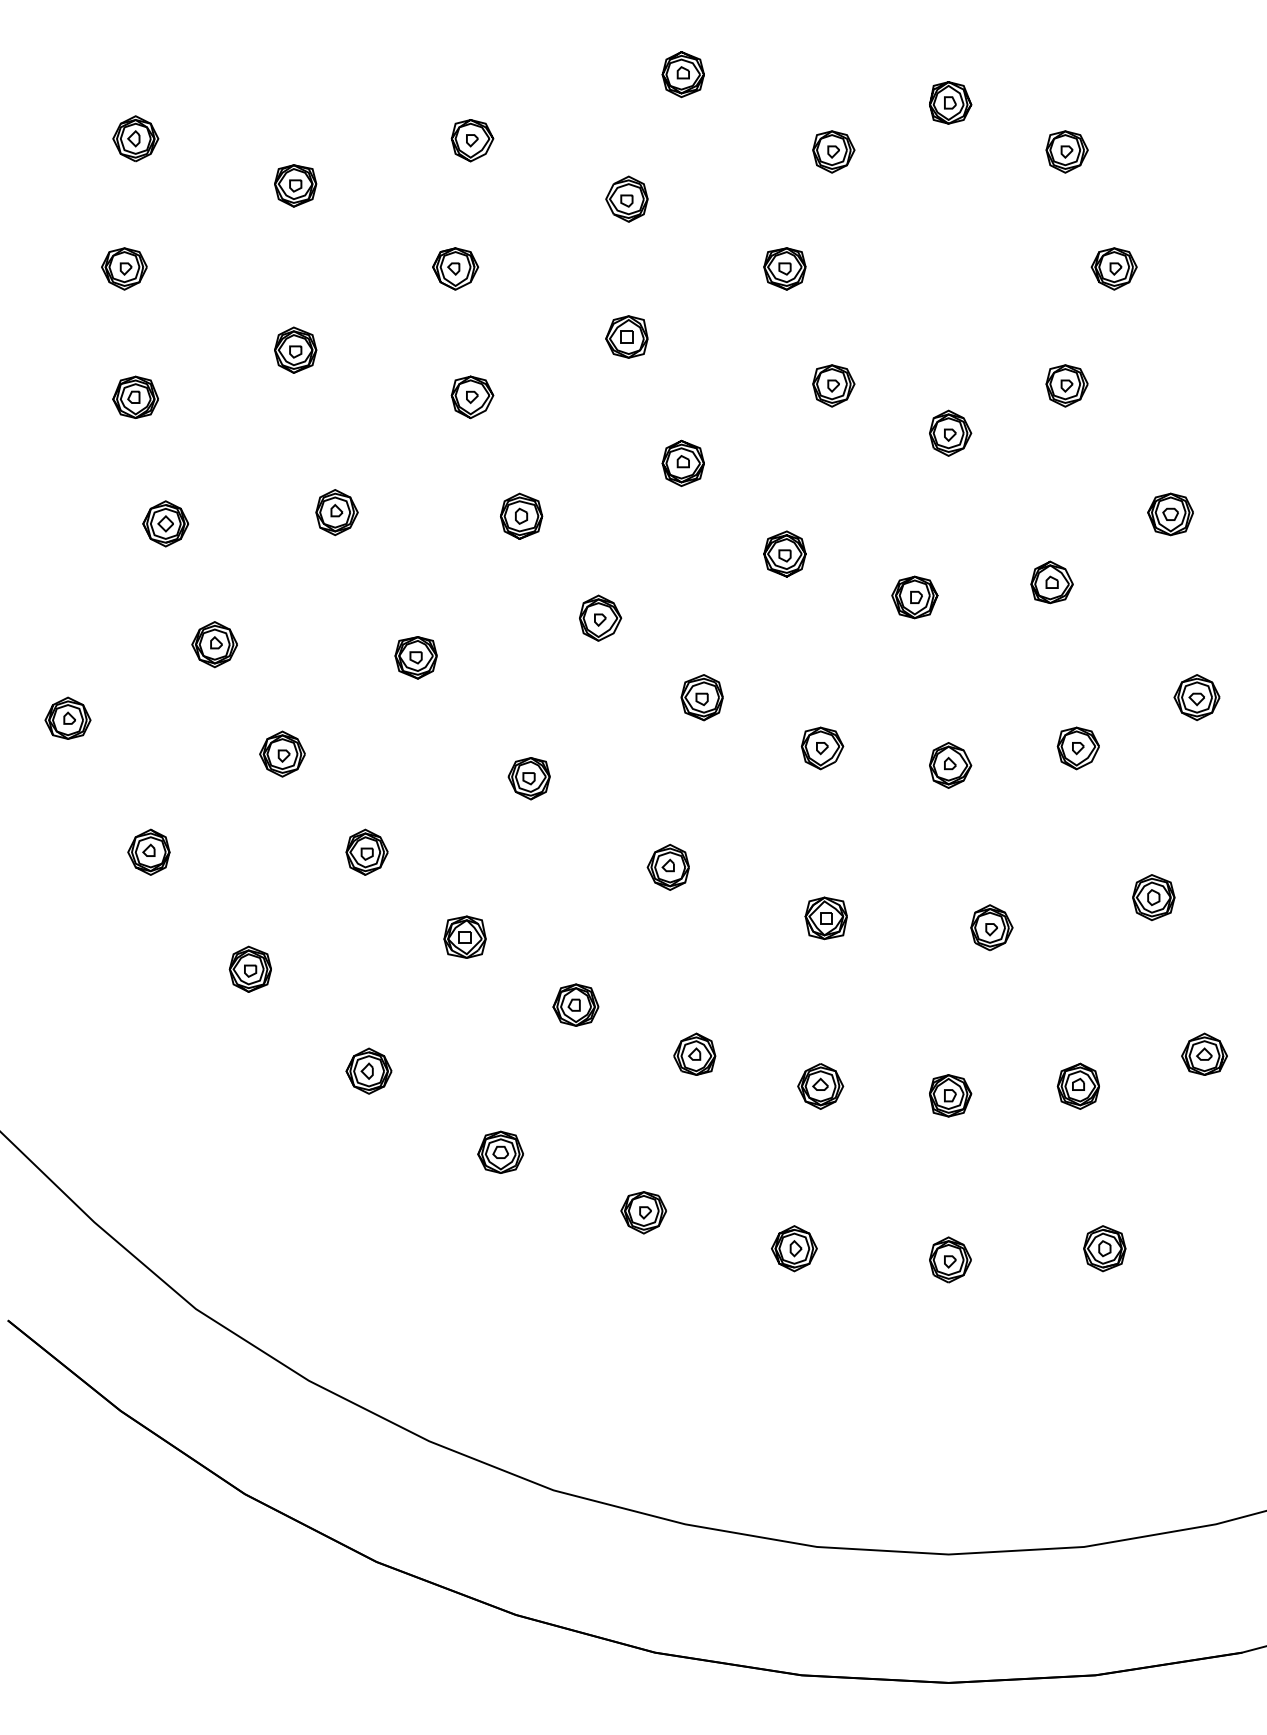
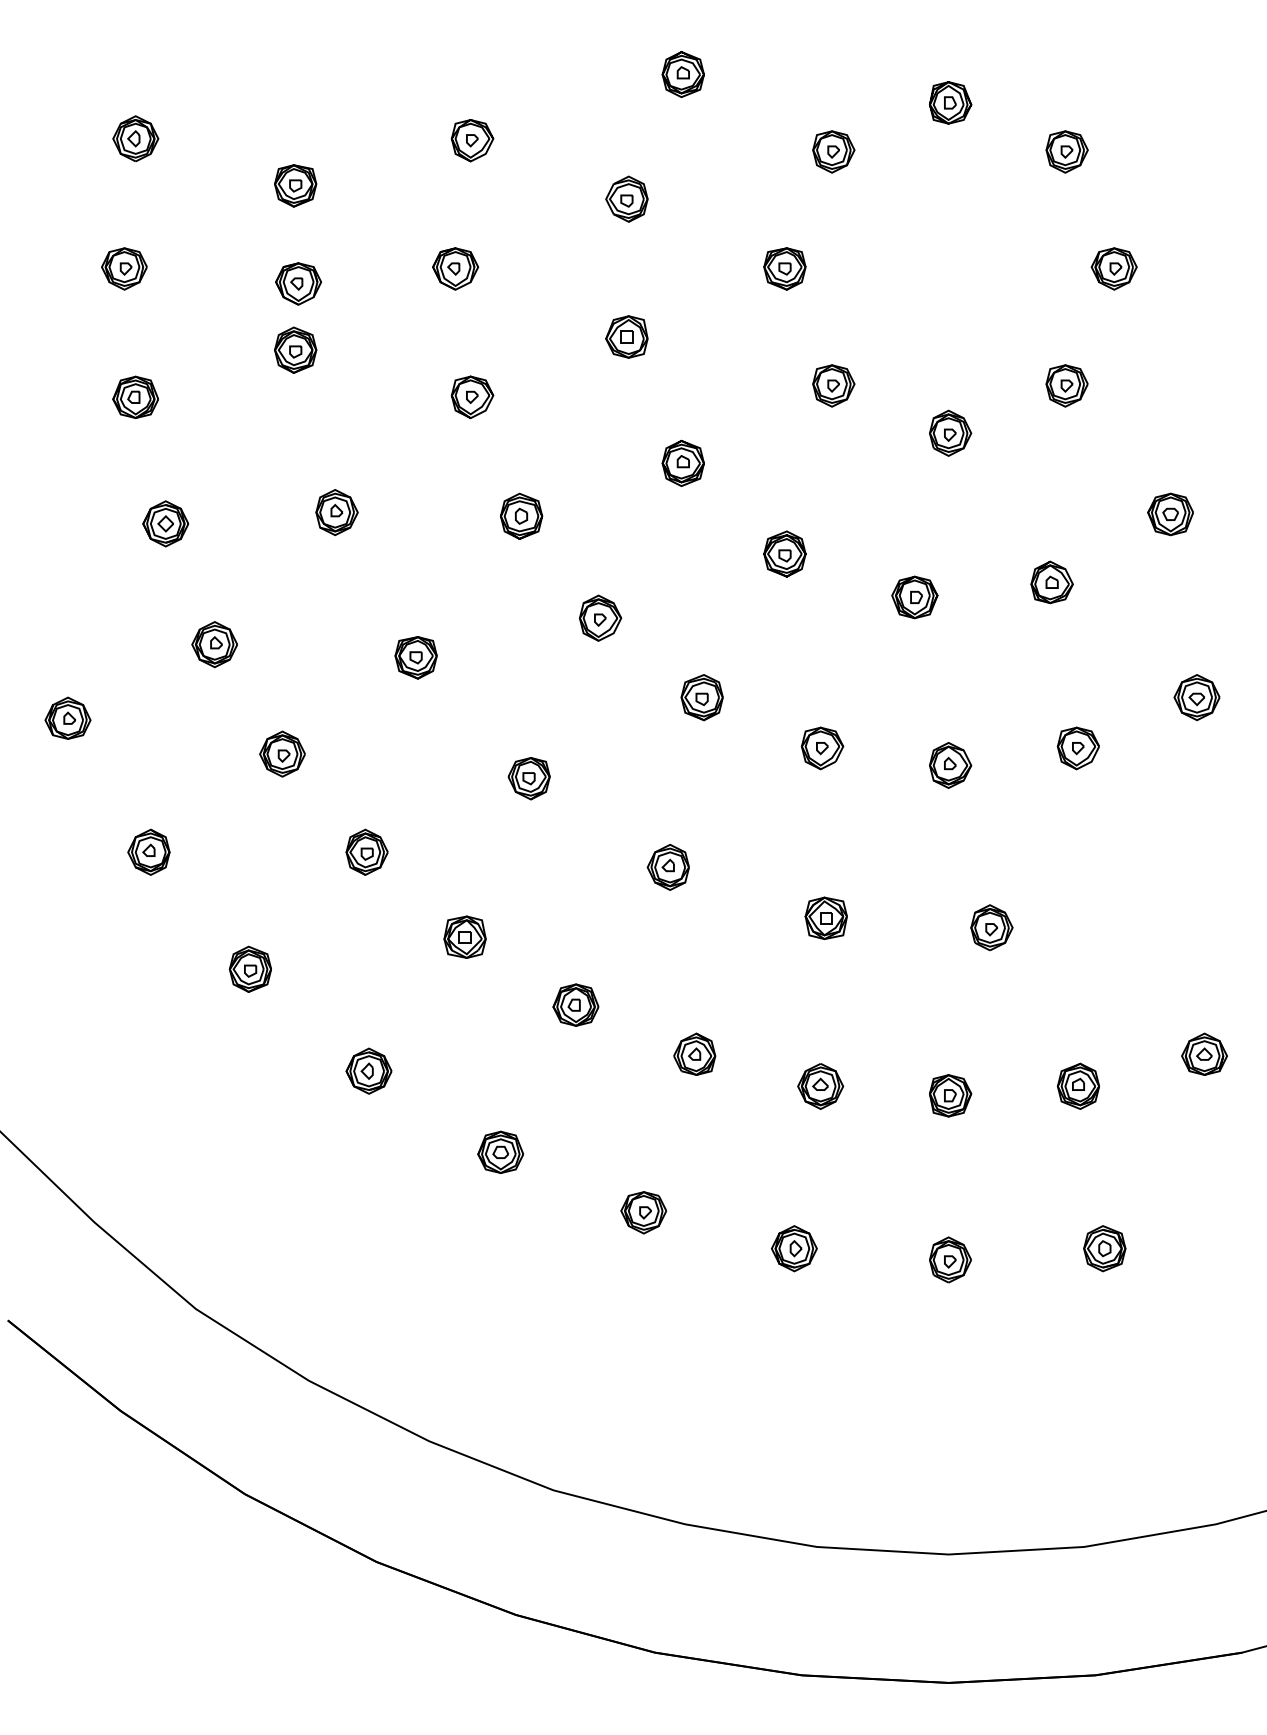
part at (298, 283): none -> present
part at (1153, 897): present -> none
